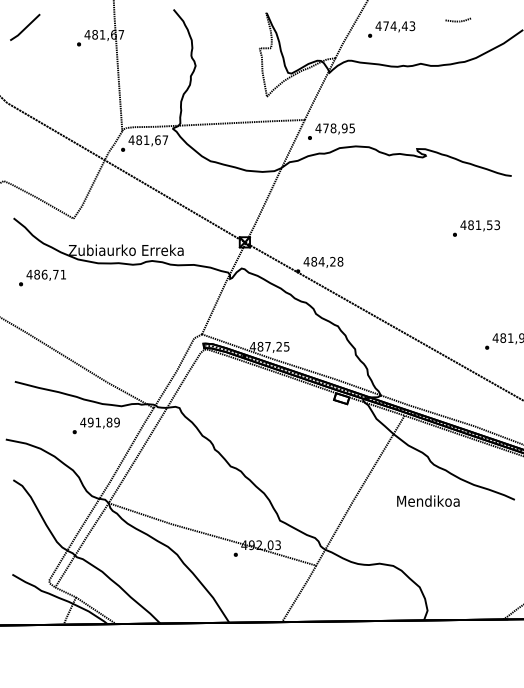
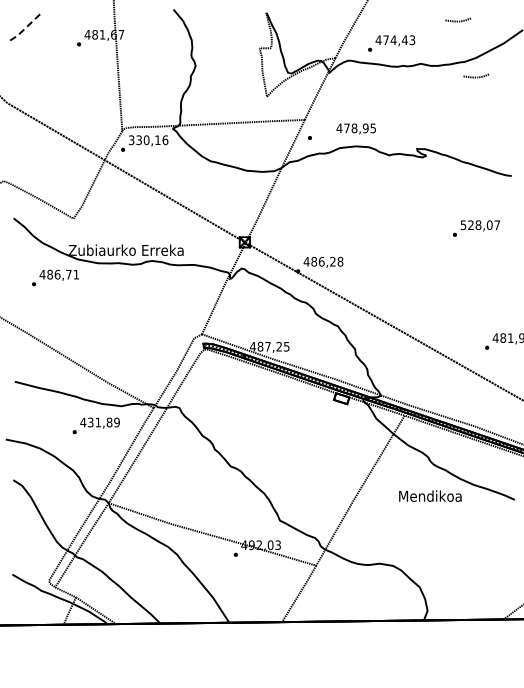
line at (25, 28): solid -> dashed
text at (391, 29) position: (391, 29) -> (391, 43)
line at (475, 76): none -> present
text at (334, 128) position: (334, 128) -> (355, 128)
text at (148, 140): 481,67 -> 330,16
text at (480, 225): 481,53 -> 528,07
text at (321, 261): 484,28 -> 486,28
text at (42, 277) position: (42, 277) -> (55, 277)
text at (90, 422): 491,89 -> 431,89
text at (428, 500) position: (428, 500) -> (430, 495)
